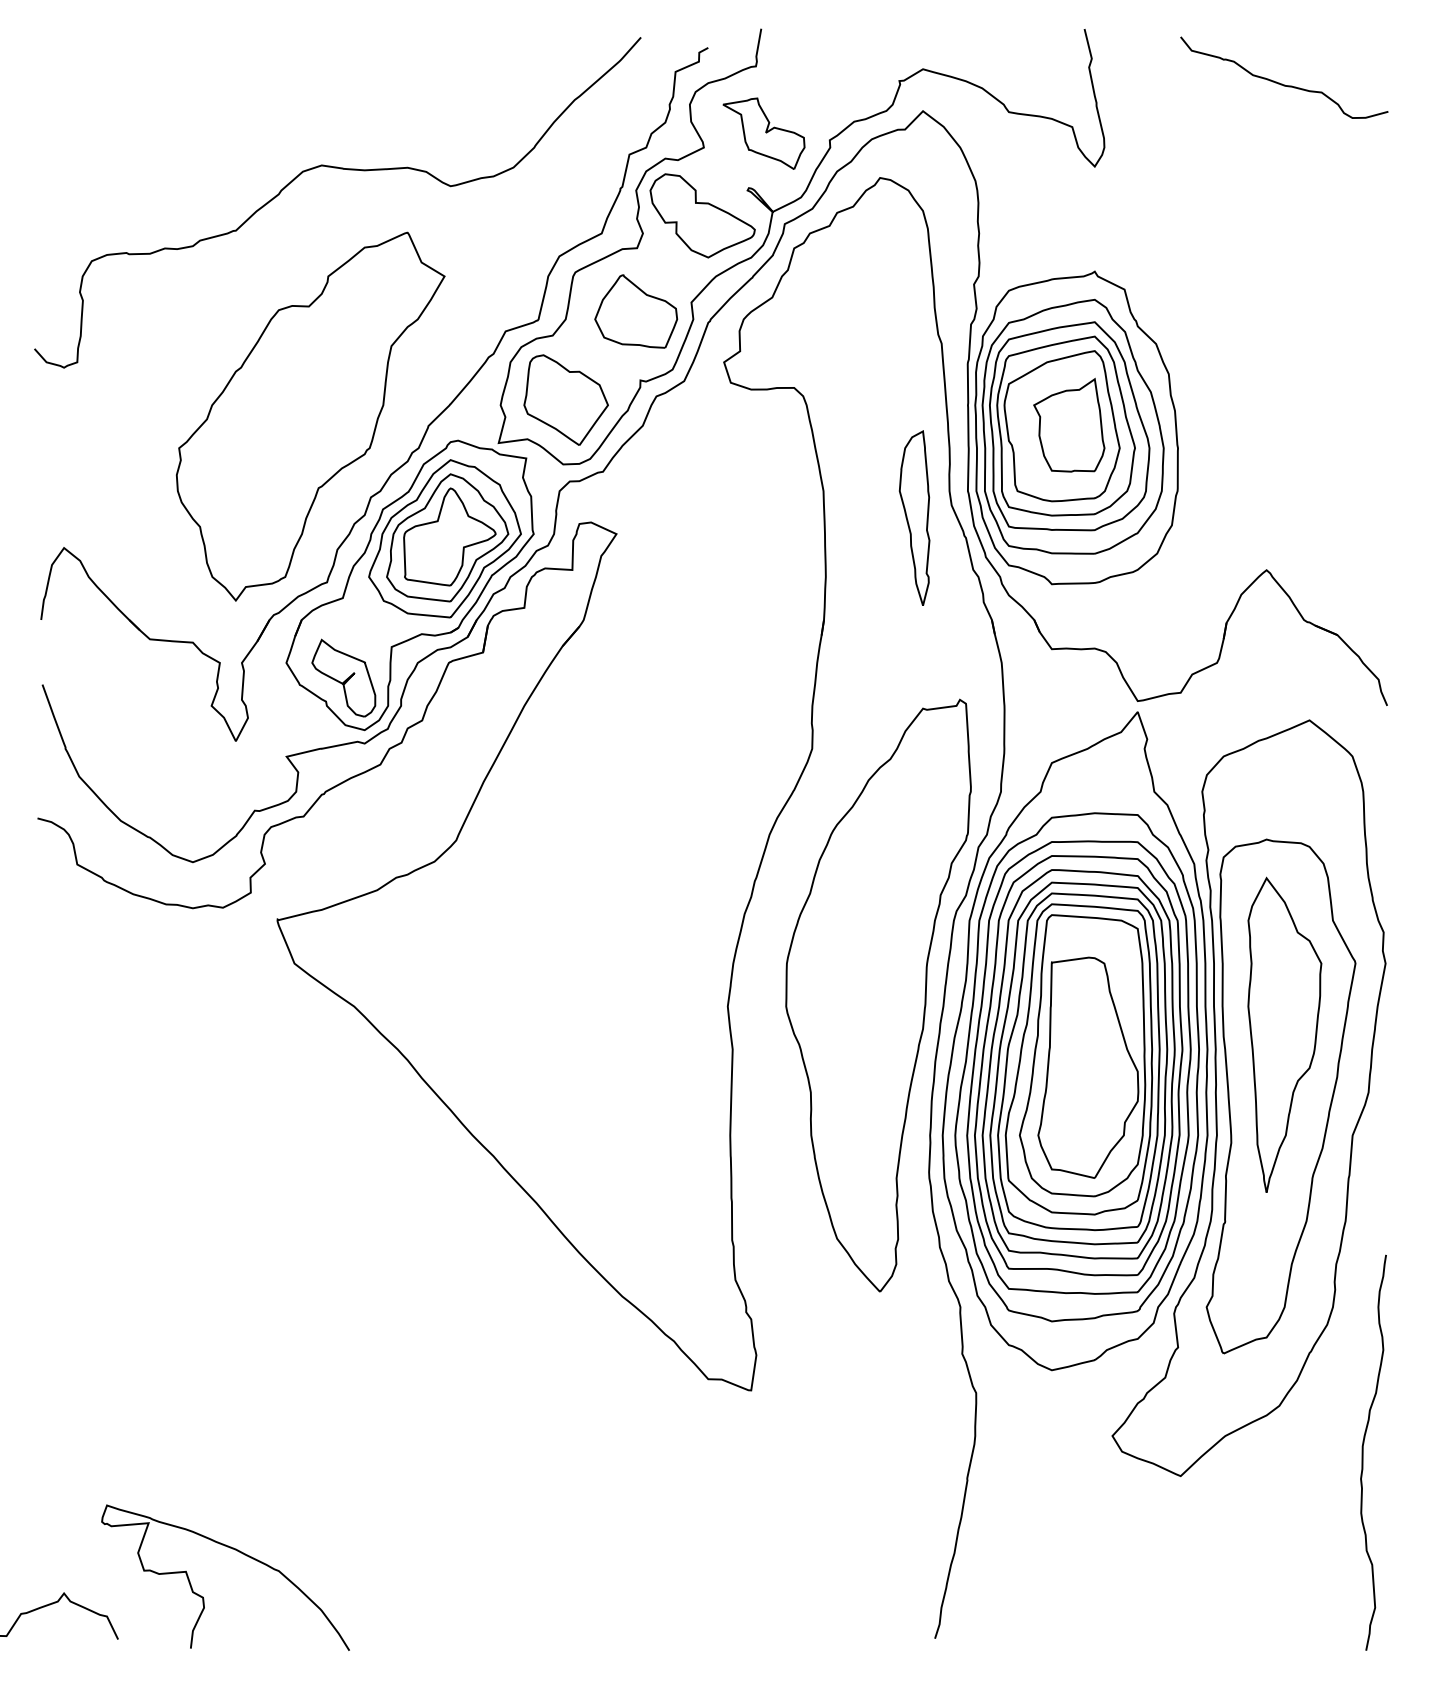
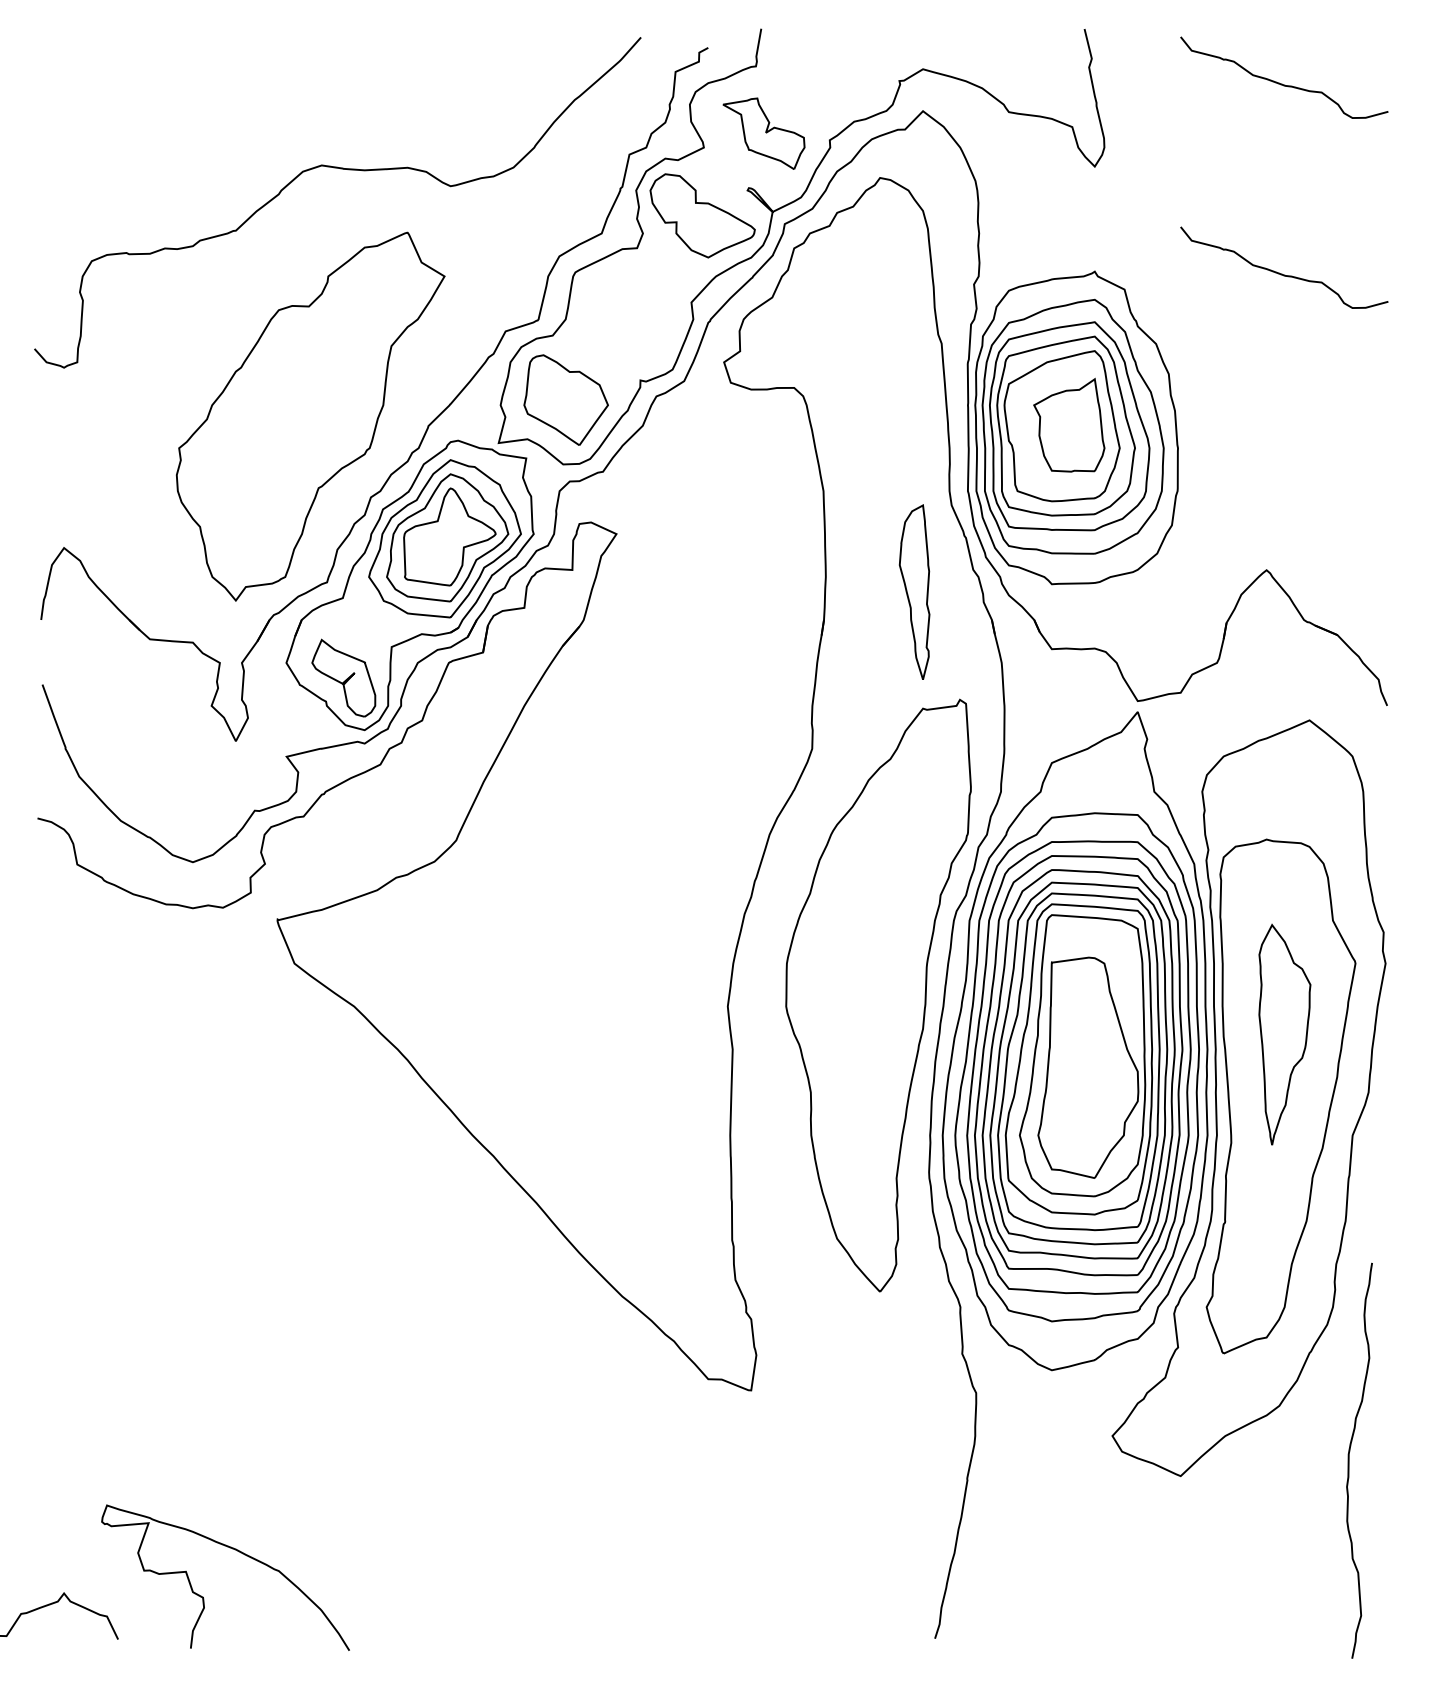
curve at (1282, 273): none -> present
part at (636, 311): present -> none
part at (914, 517) position: (914, 517) -> (914, 591)
part at (1284, 1034) size: 76x317 px -> 54x223 px
curve at (1363, 1452) position: (1363, 1452) -> (1349, 1460)
